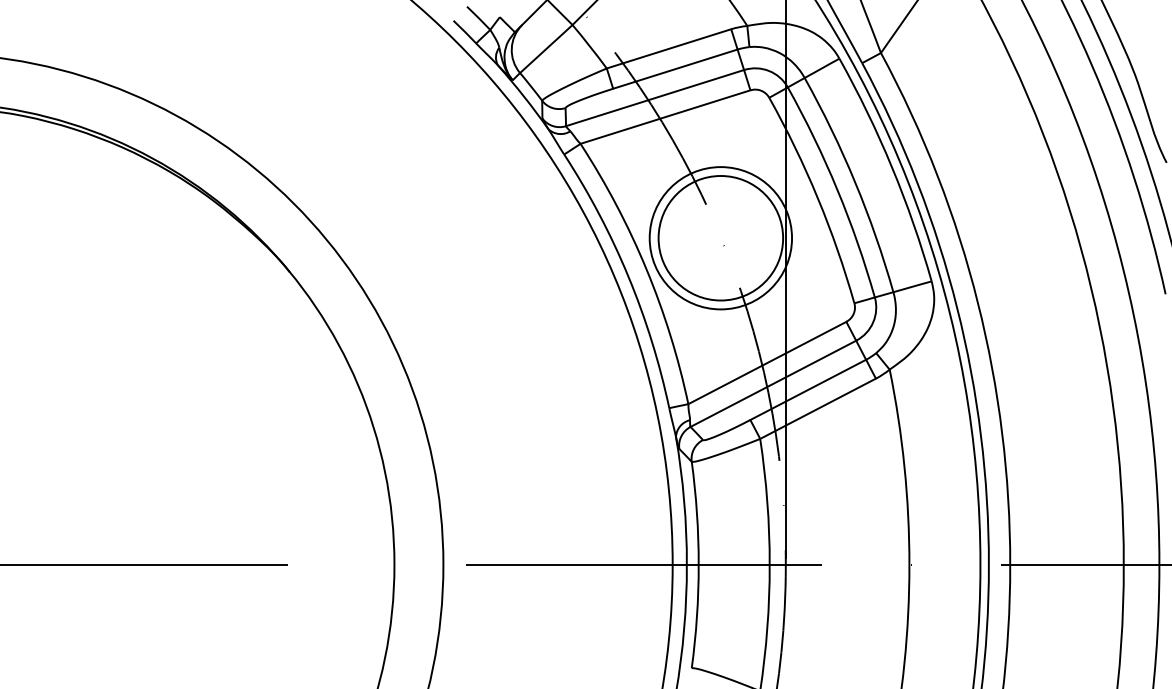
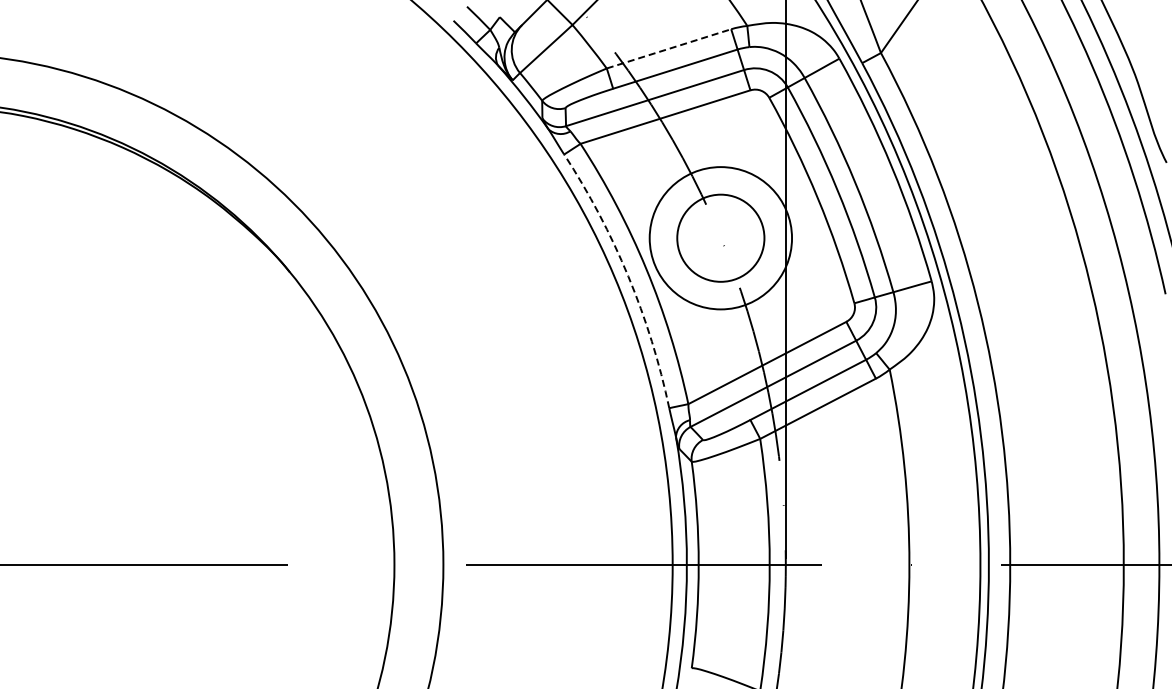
line at (669, 48): solid -> dashed
circle at (720, 238) diameter: 125 px -> 87 px
arc at (628, 276): solid -> dashed
